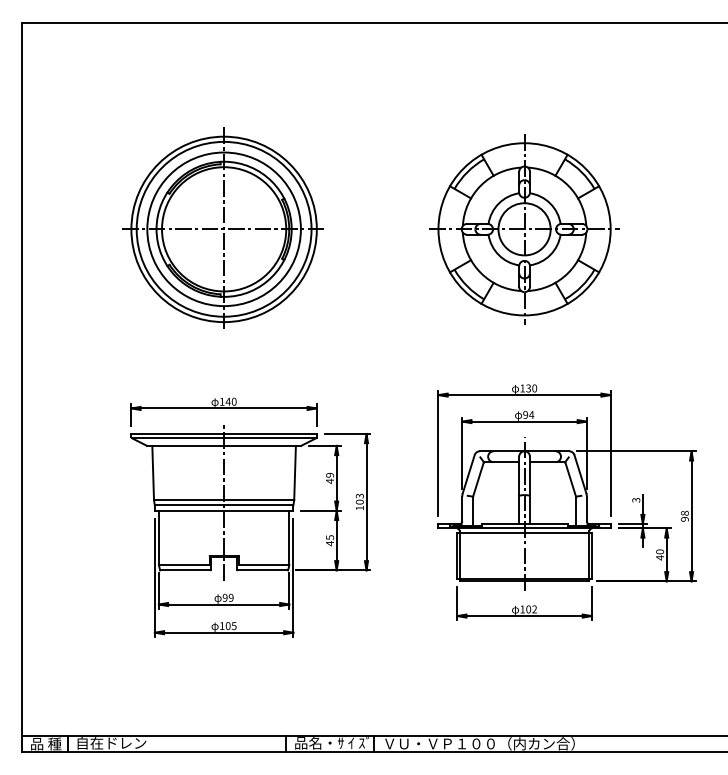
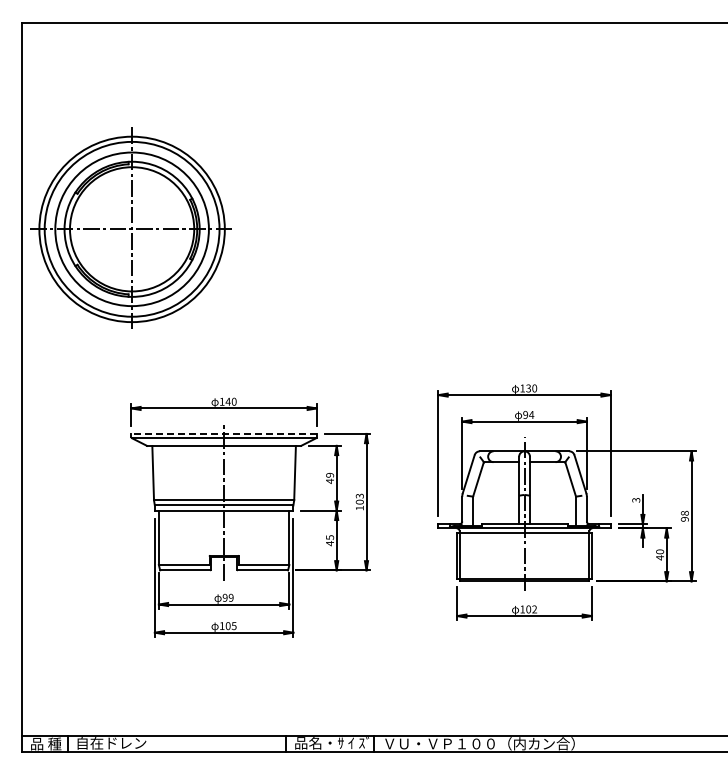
part at (222, 227) position: (222, 227) -> (130, 227)
part at (524, 229): present -> none
line at (224, 433): solid -> dashed
